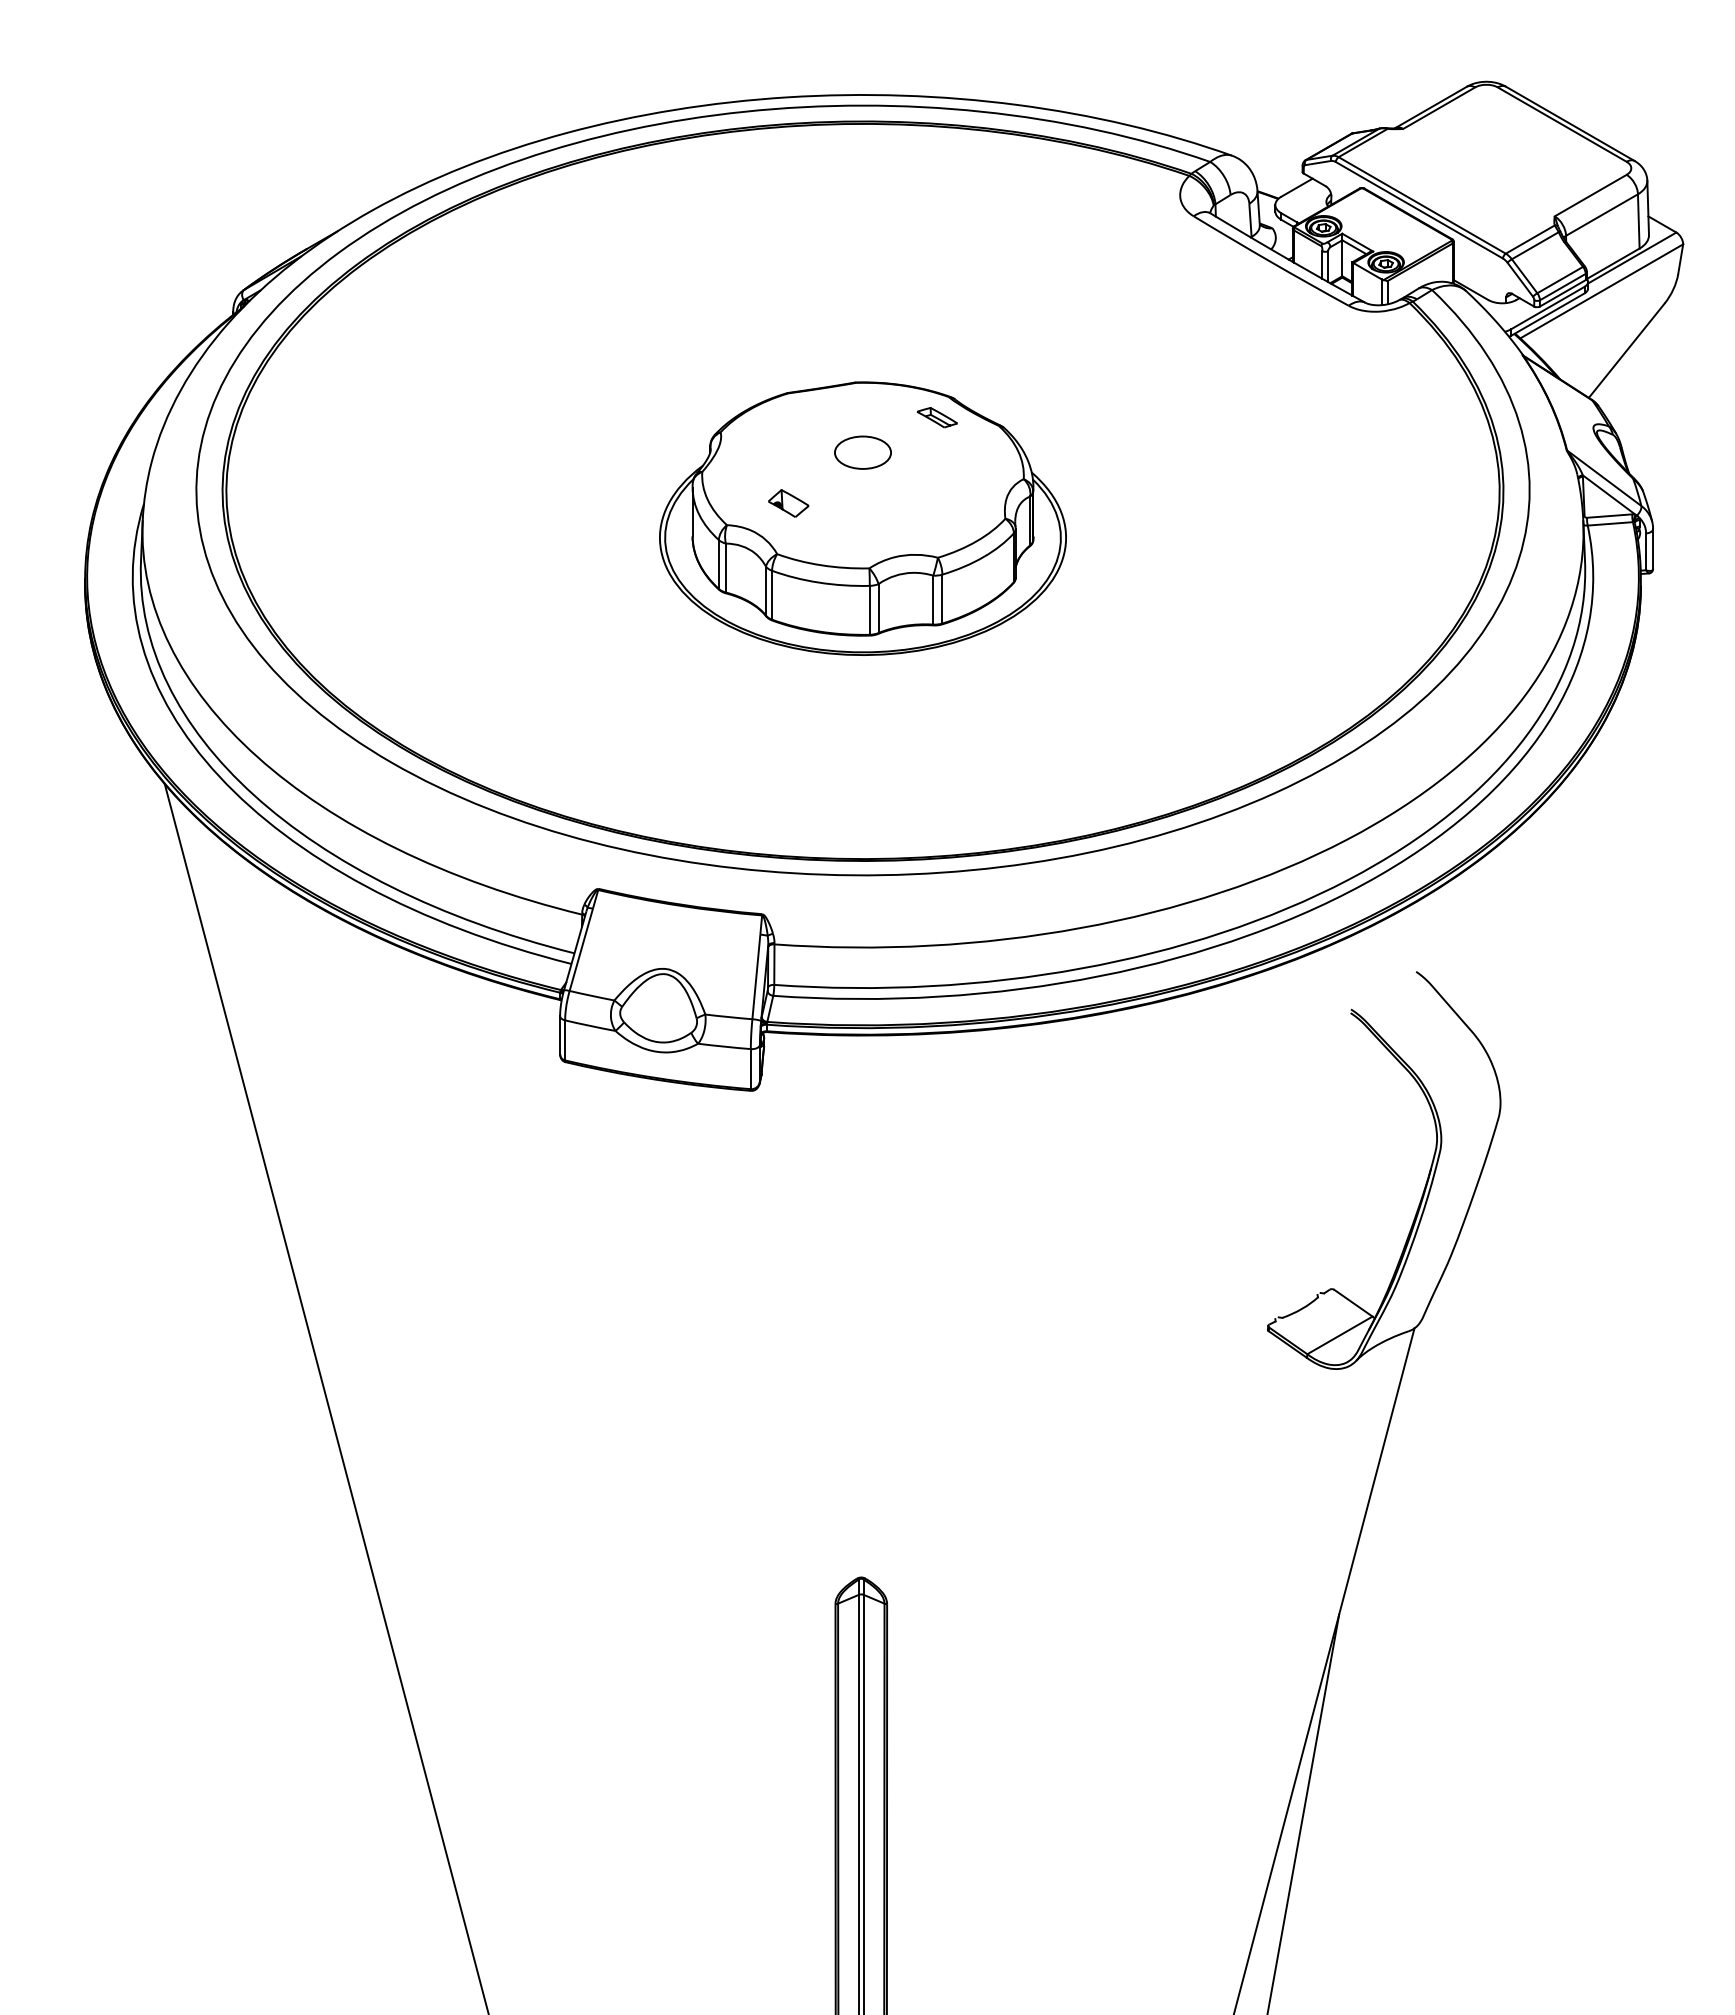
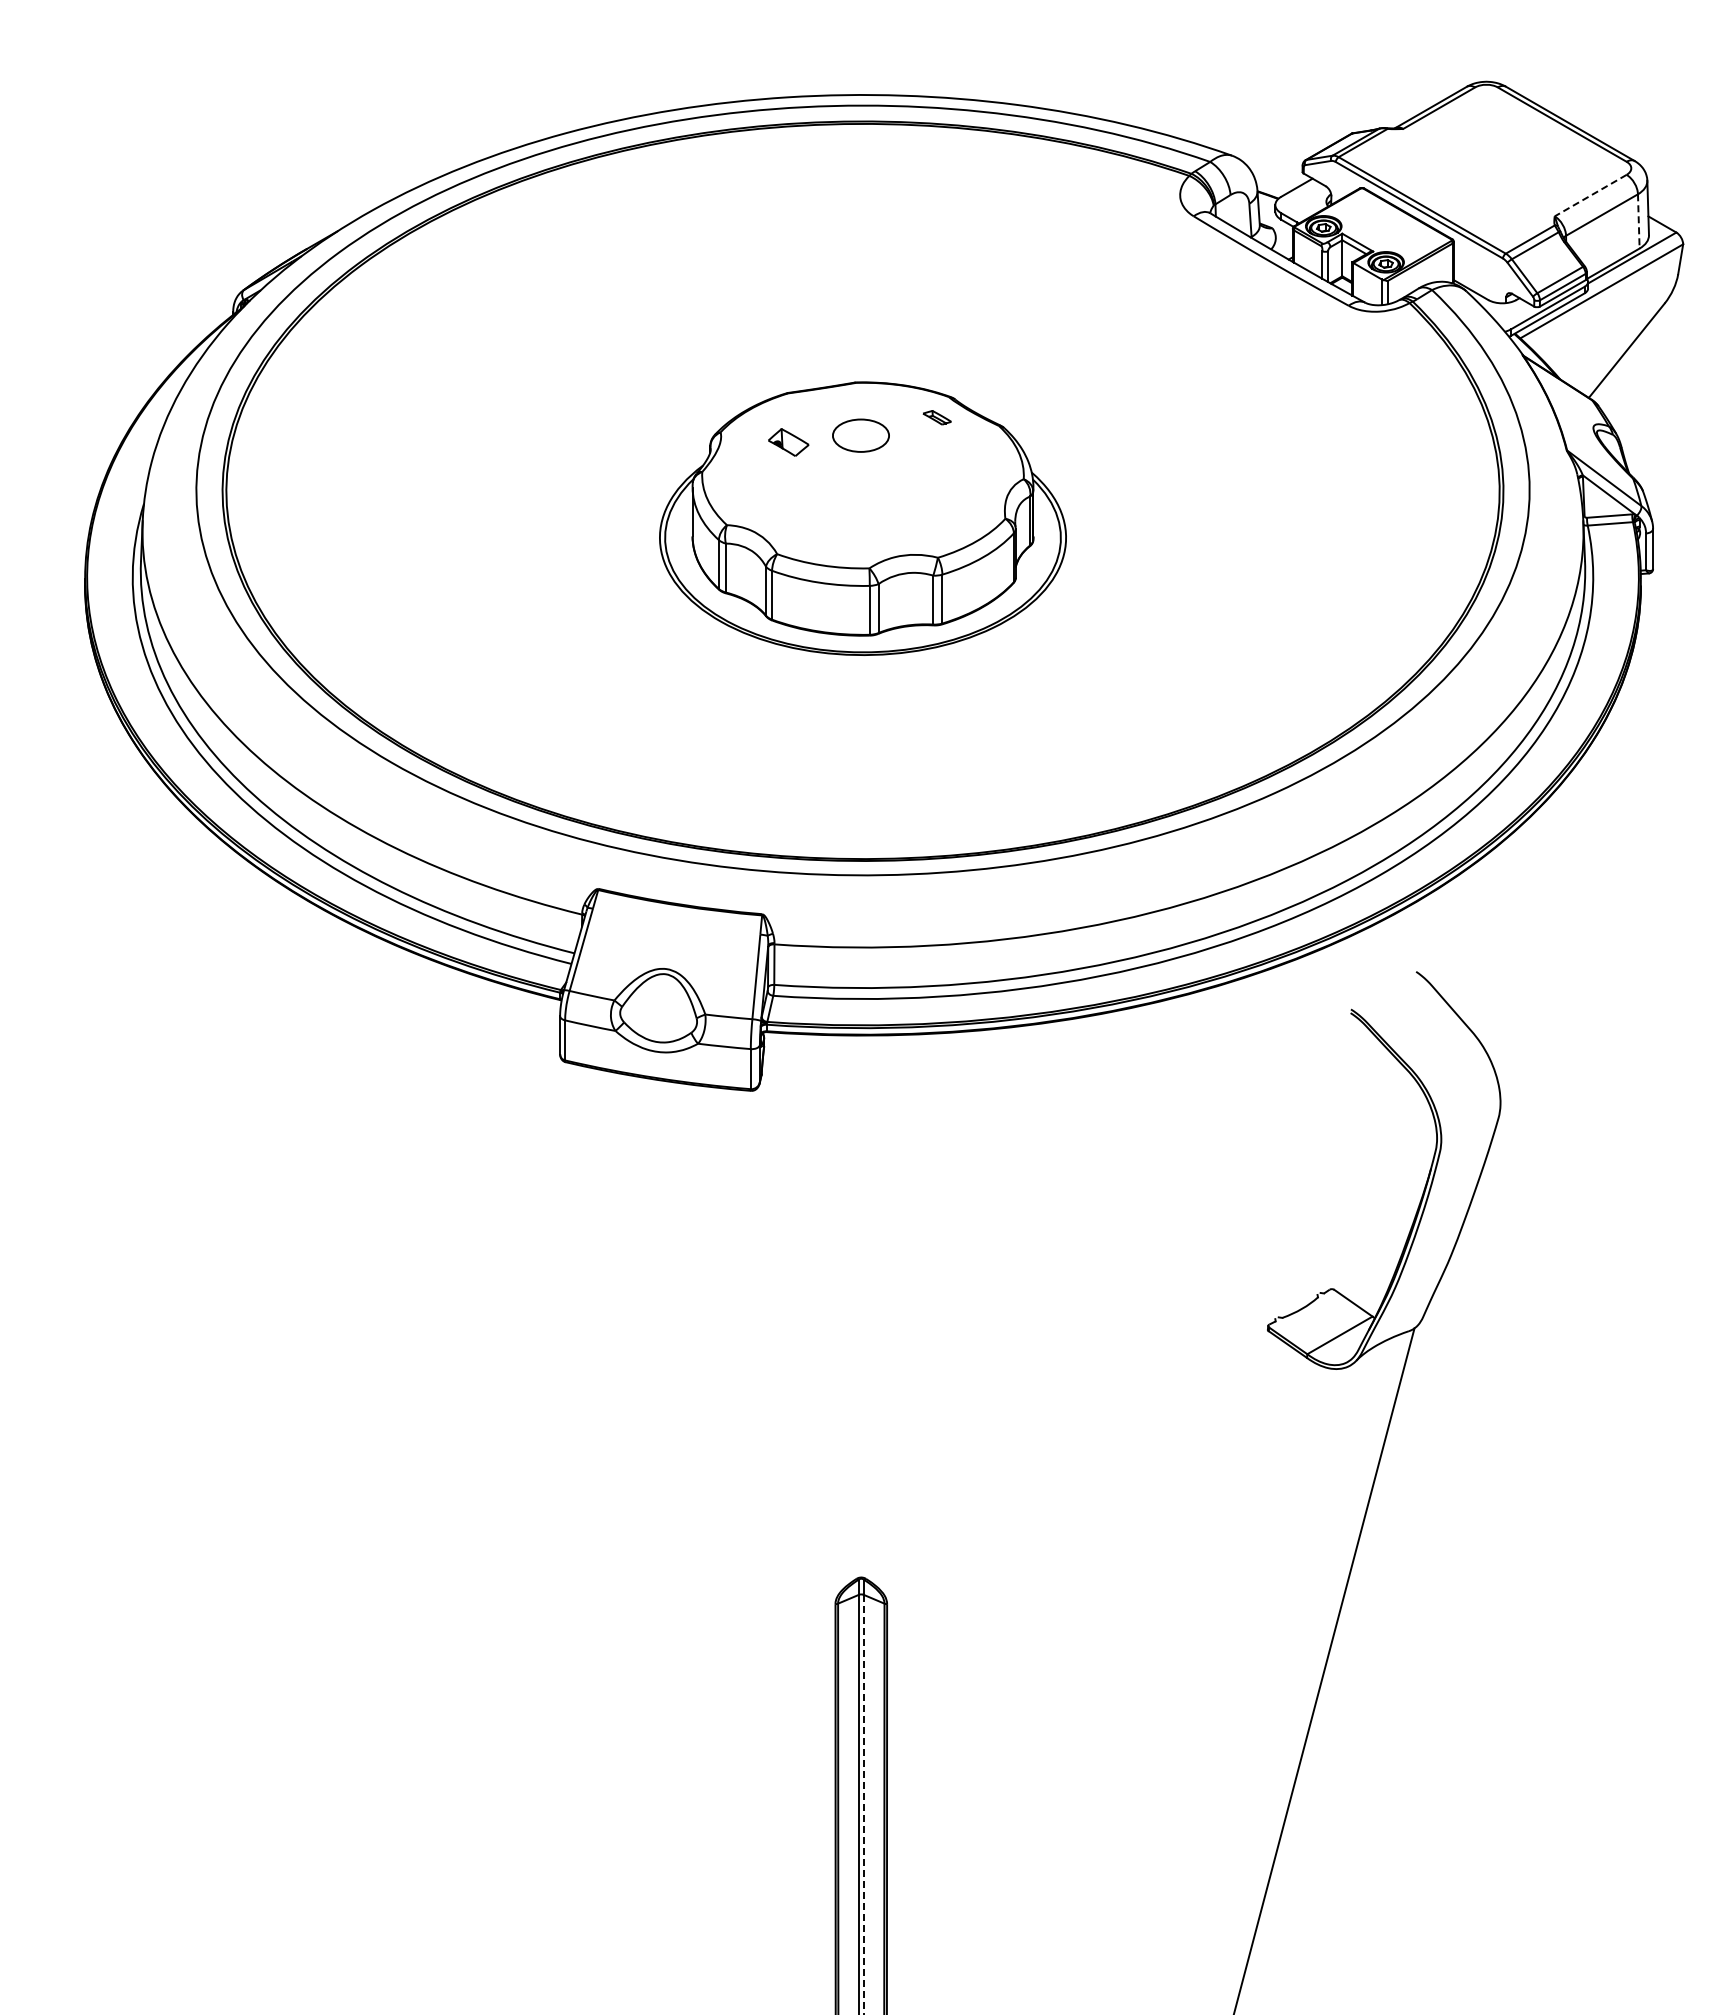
line at (1590, 195): solid -> dashed
line at (1638, 221): solid -> dashed
part at (936, 417) size: 42x22 px -> 30x16 px
part at (862, 452) position: (862, 452) -> (860, 435)
part at (788, 503) position: (788, 503) -> (788, 442)
line at (325, 1397): present -> none
line at (863, 1804): solid -> dashed
line at (1303, 1812): present -> none
